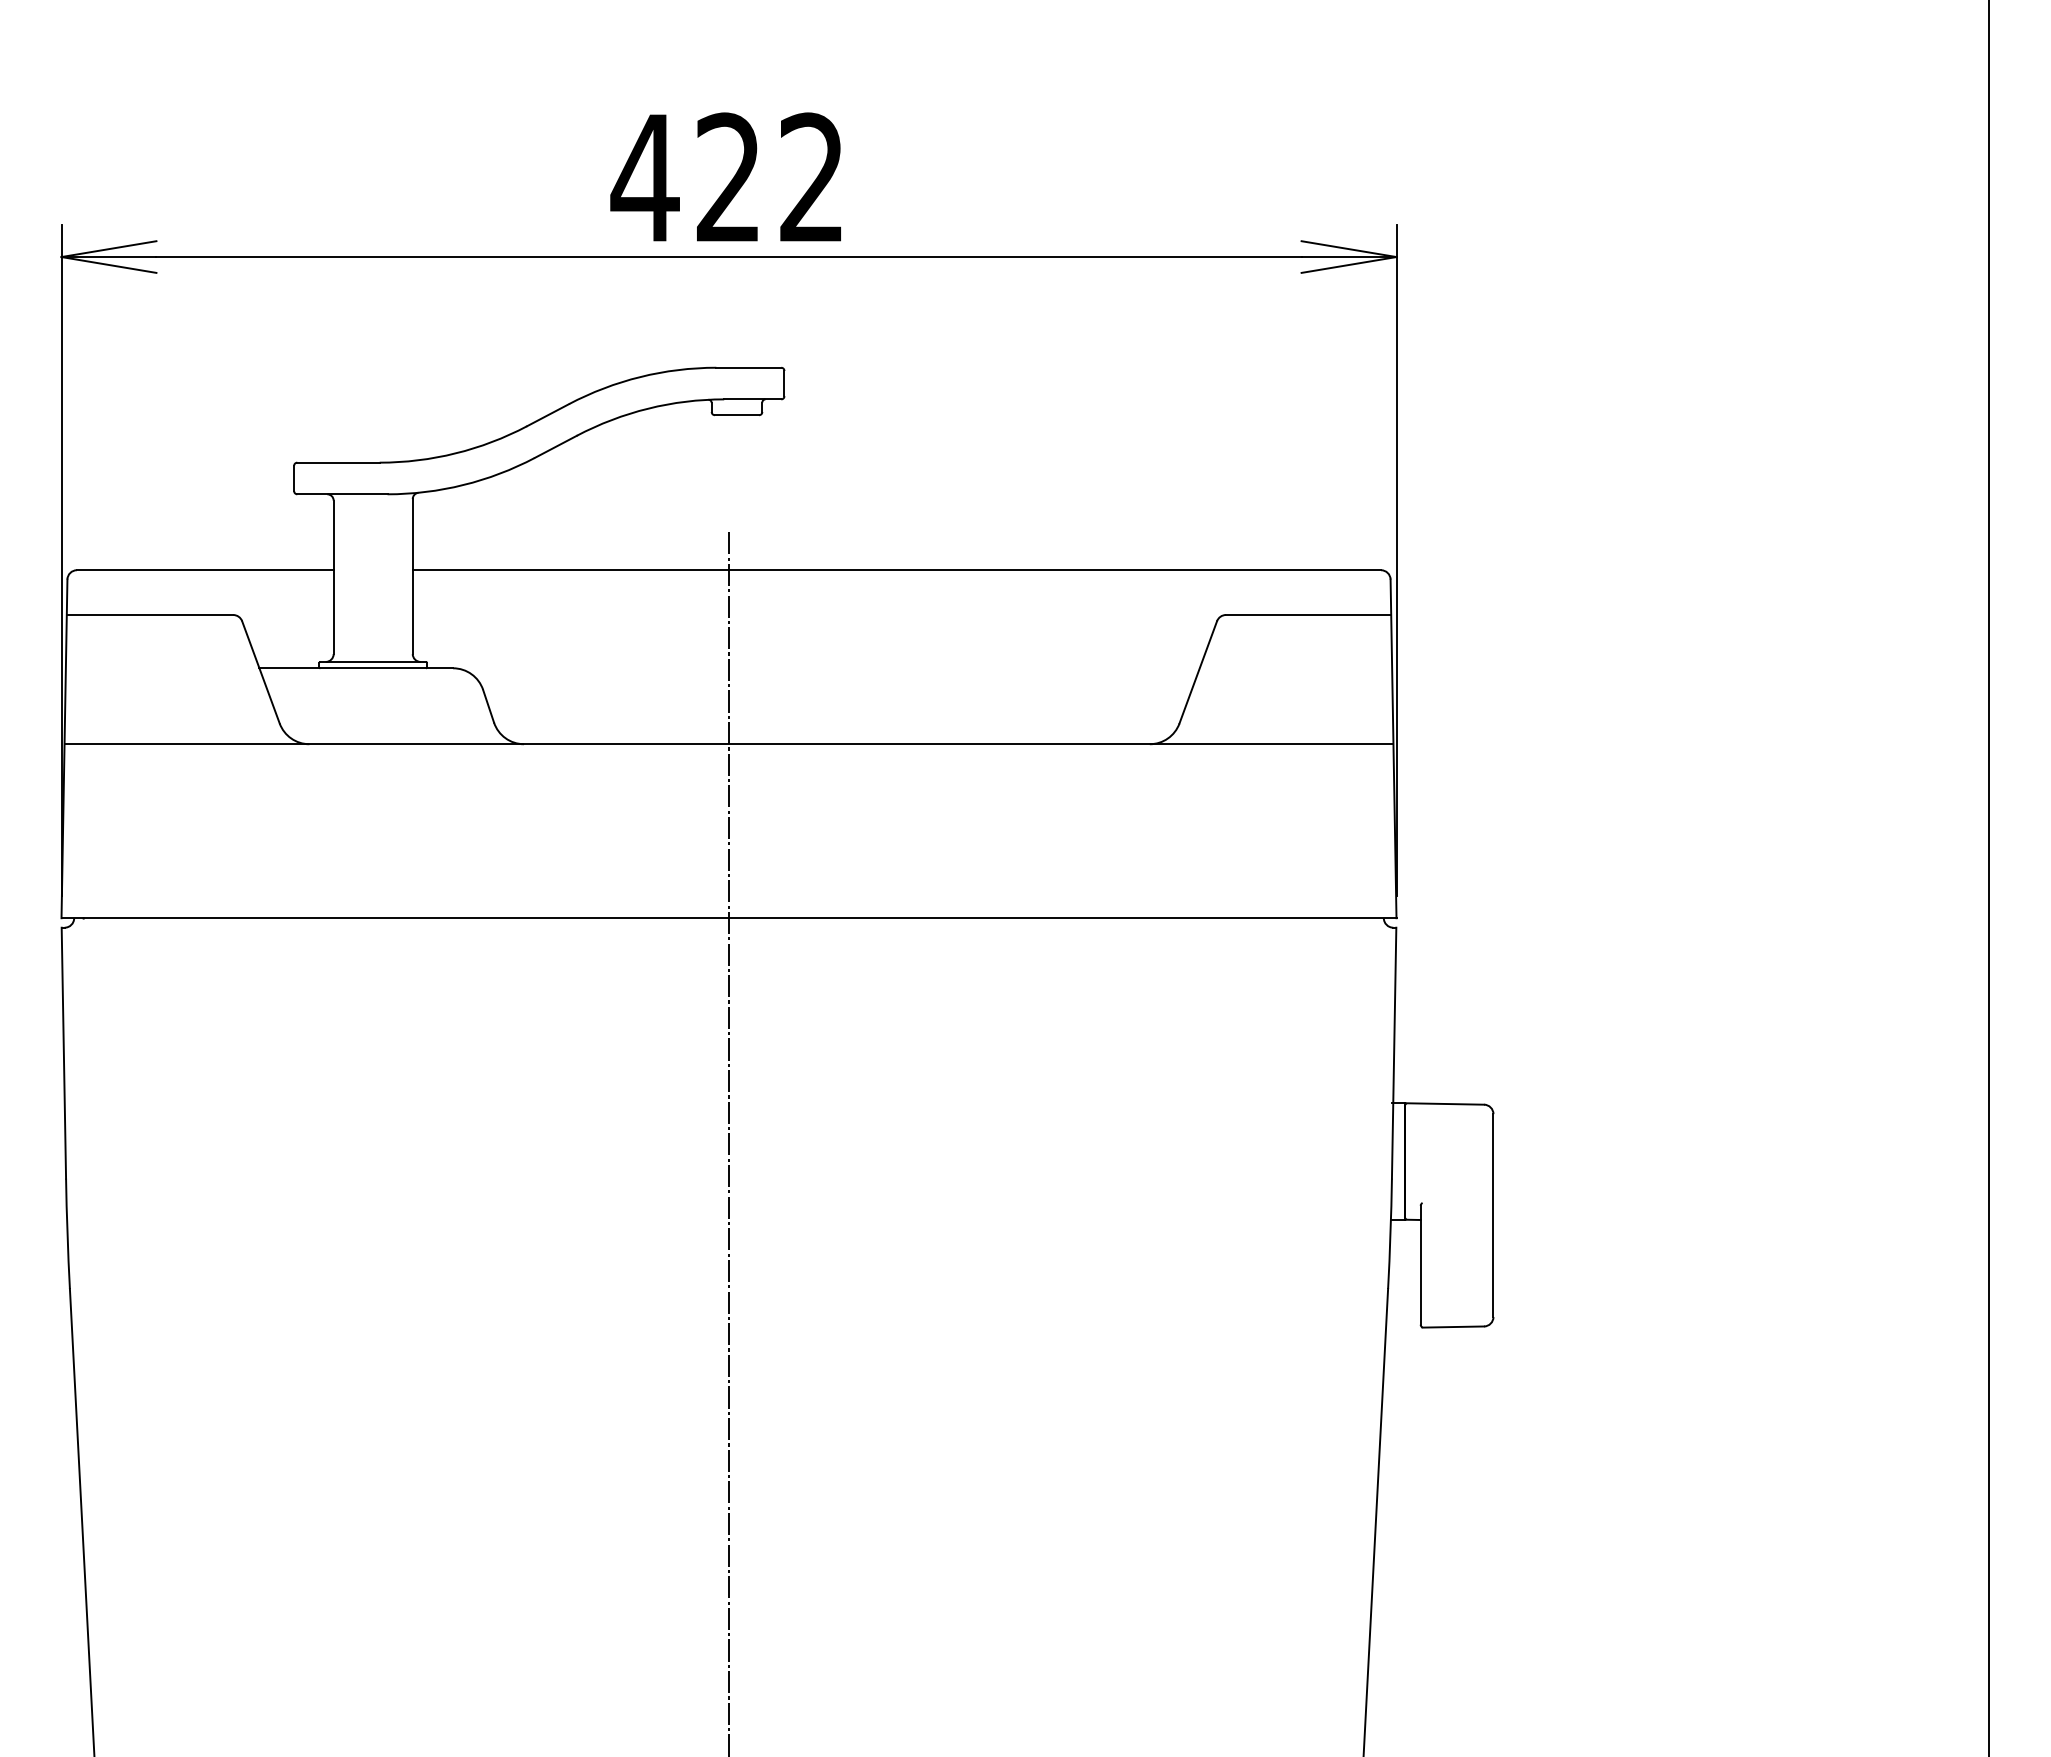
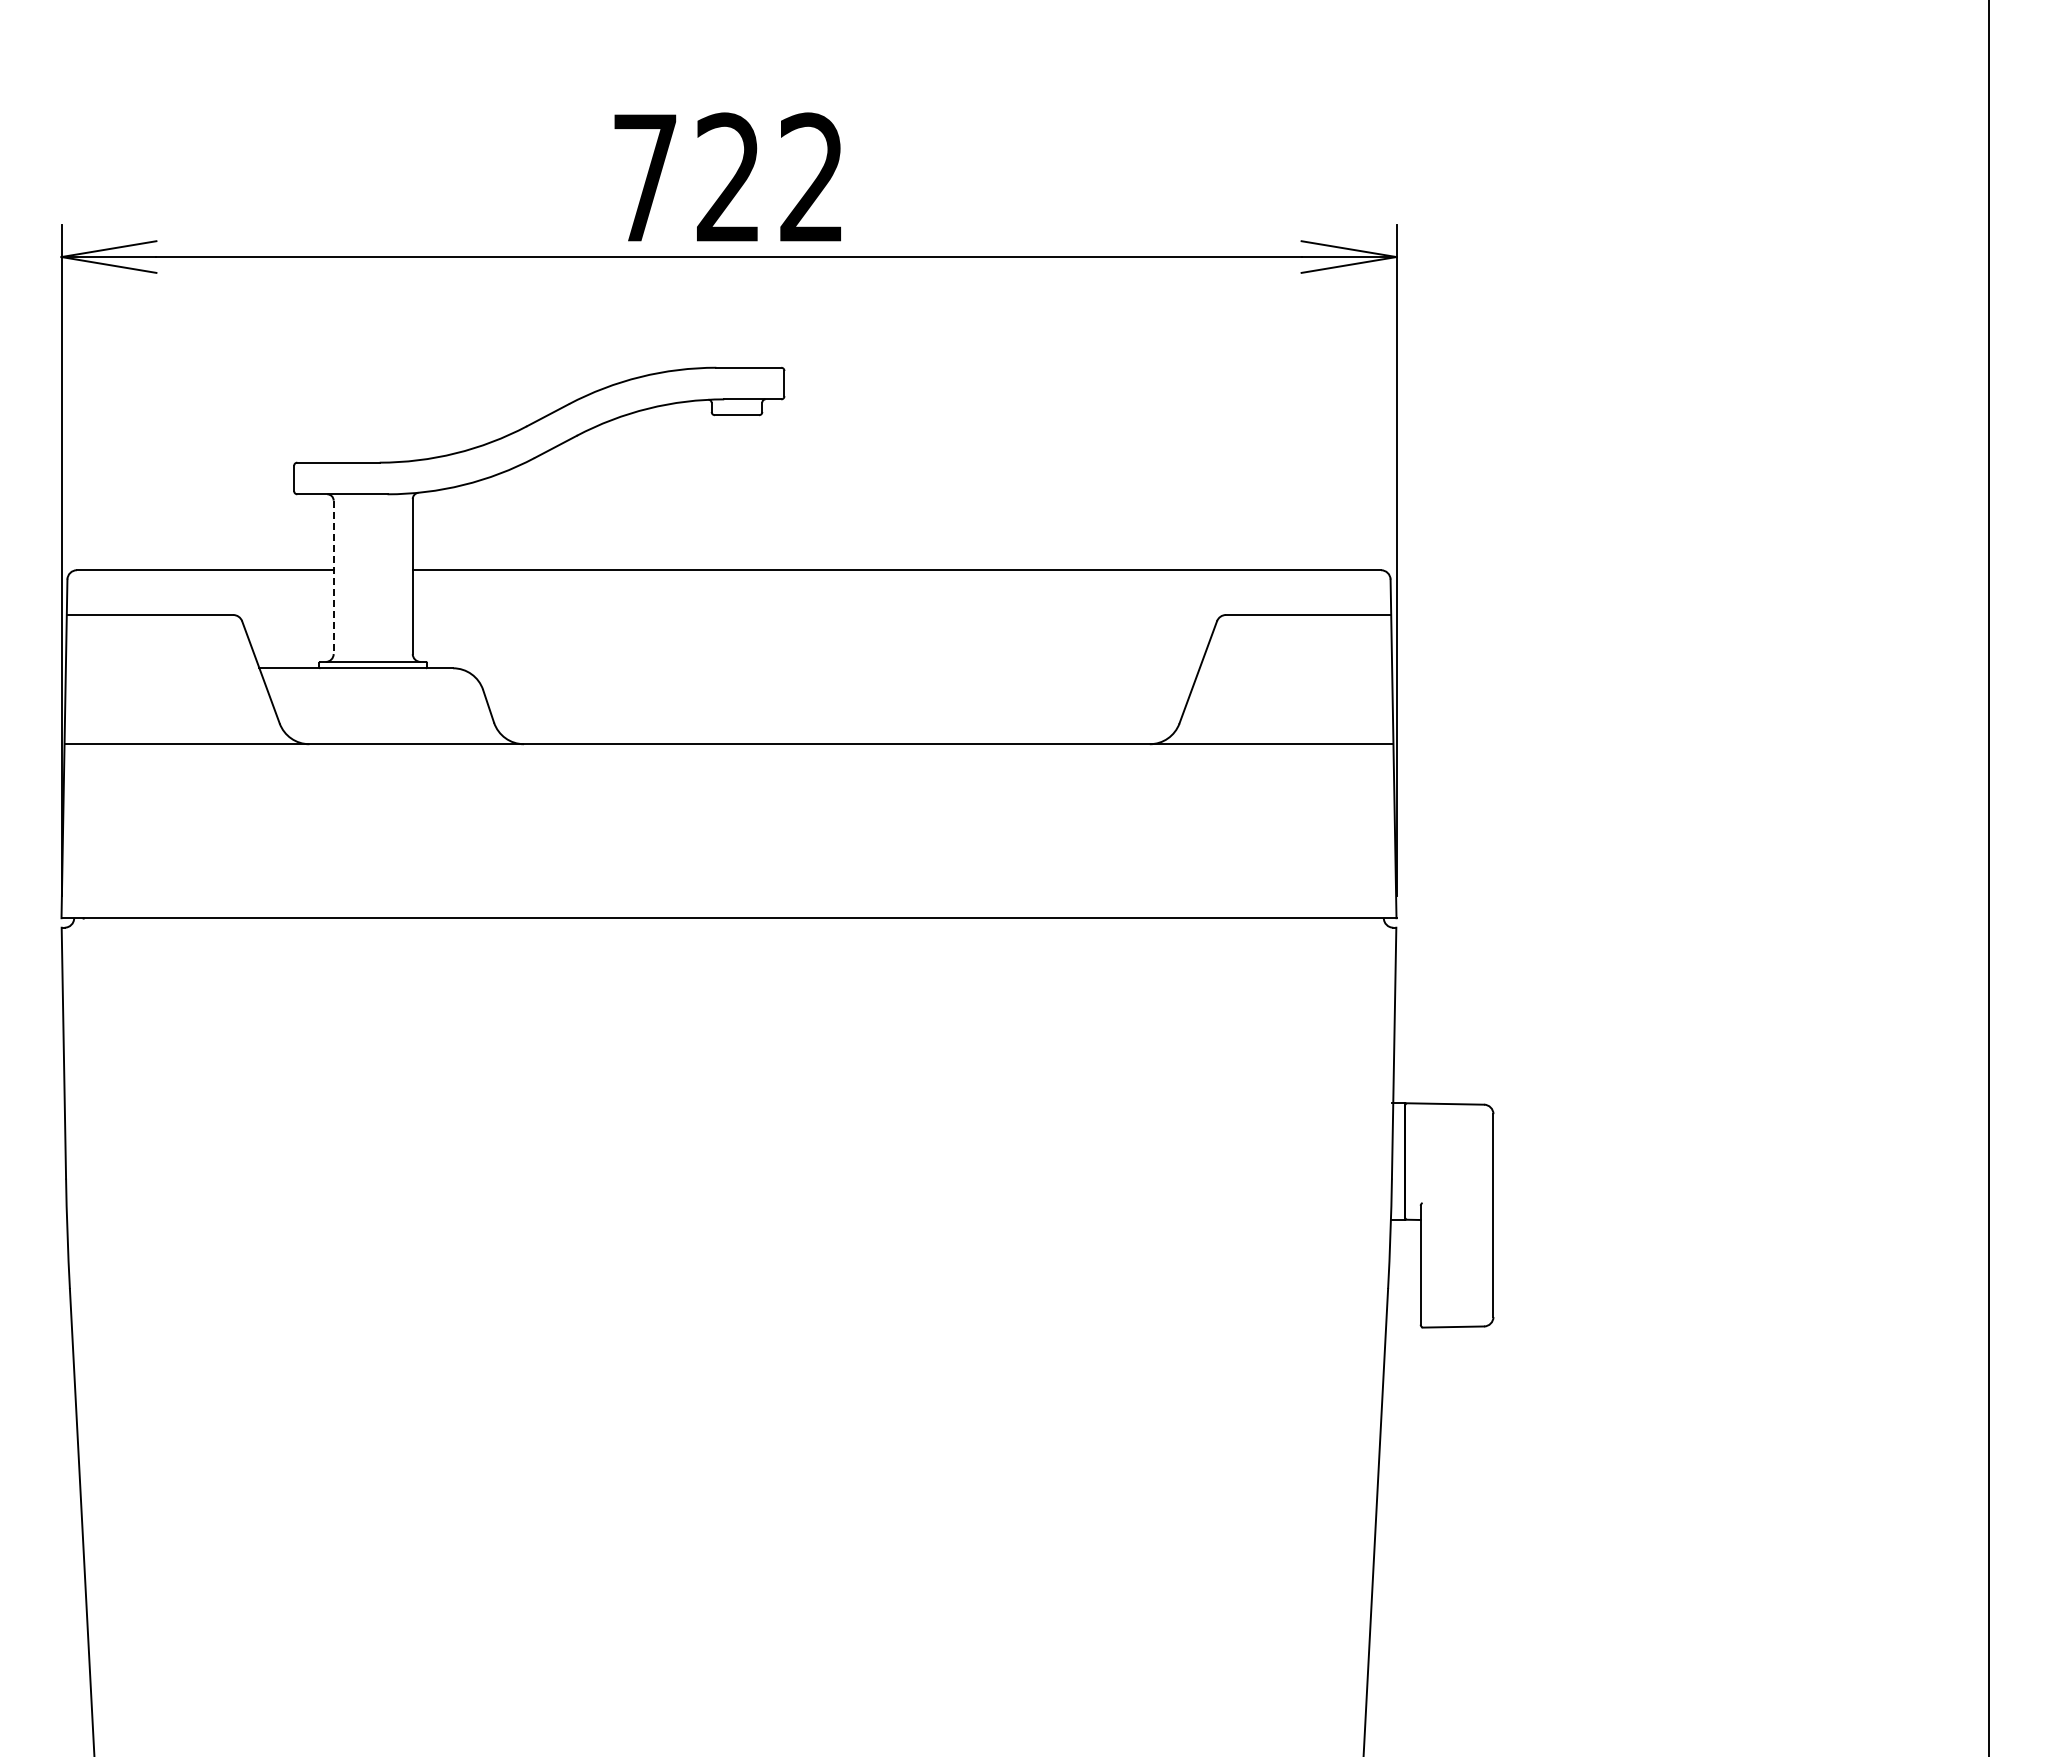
text at (644, 177): 422 -> 722
line at (333, 577): solid -> dashed
line at (729, 1142): present -> none
